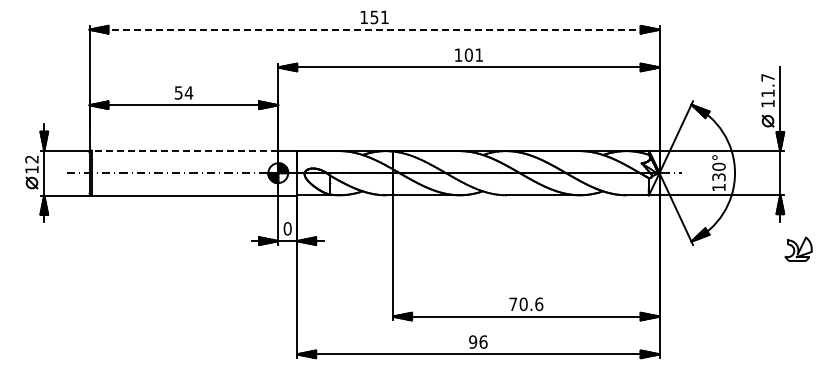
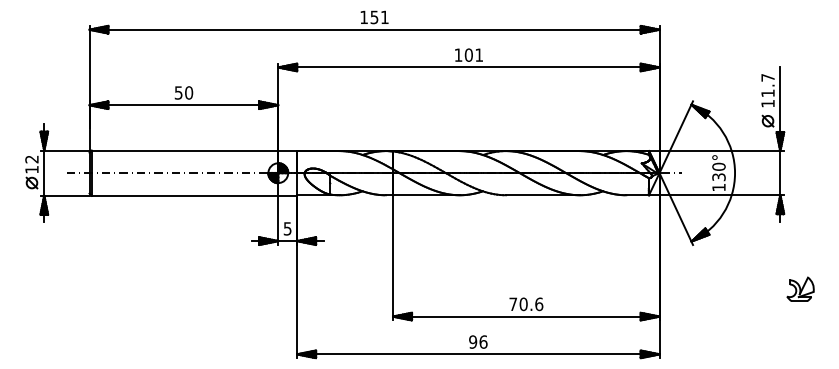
line at (374, 29): dashed -> solid
text at (188, 92): 54 -> 50
line at (184, 150): dashed -> solid
text at (287, 228): 0 -> 5
part at (798, 248) position: (798, 248) -> (800, 288)
